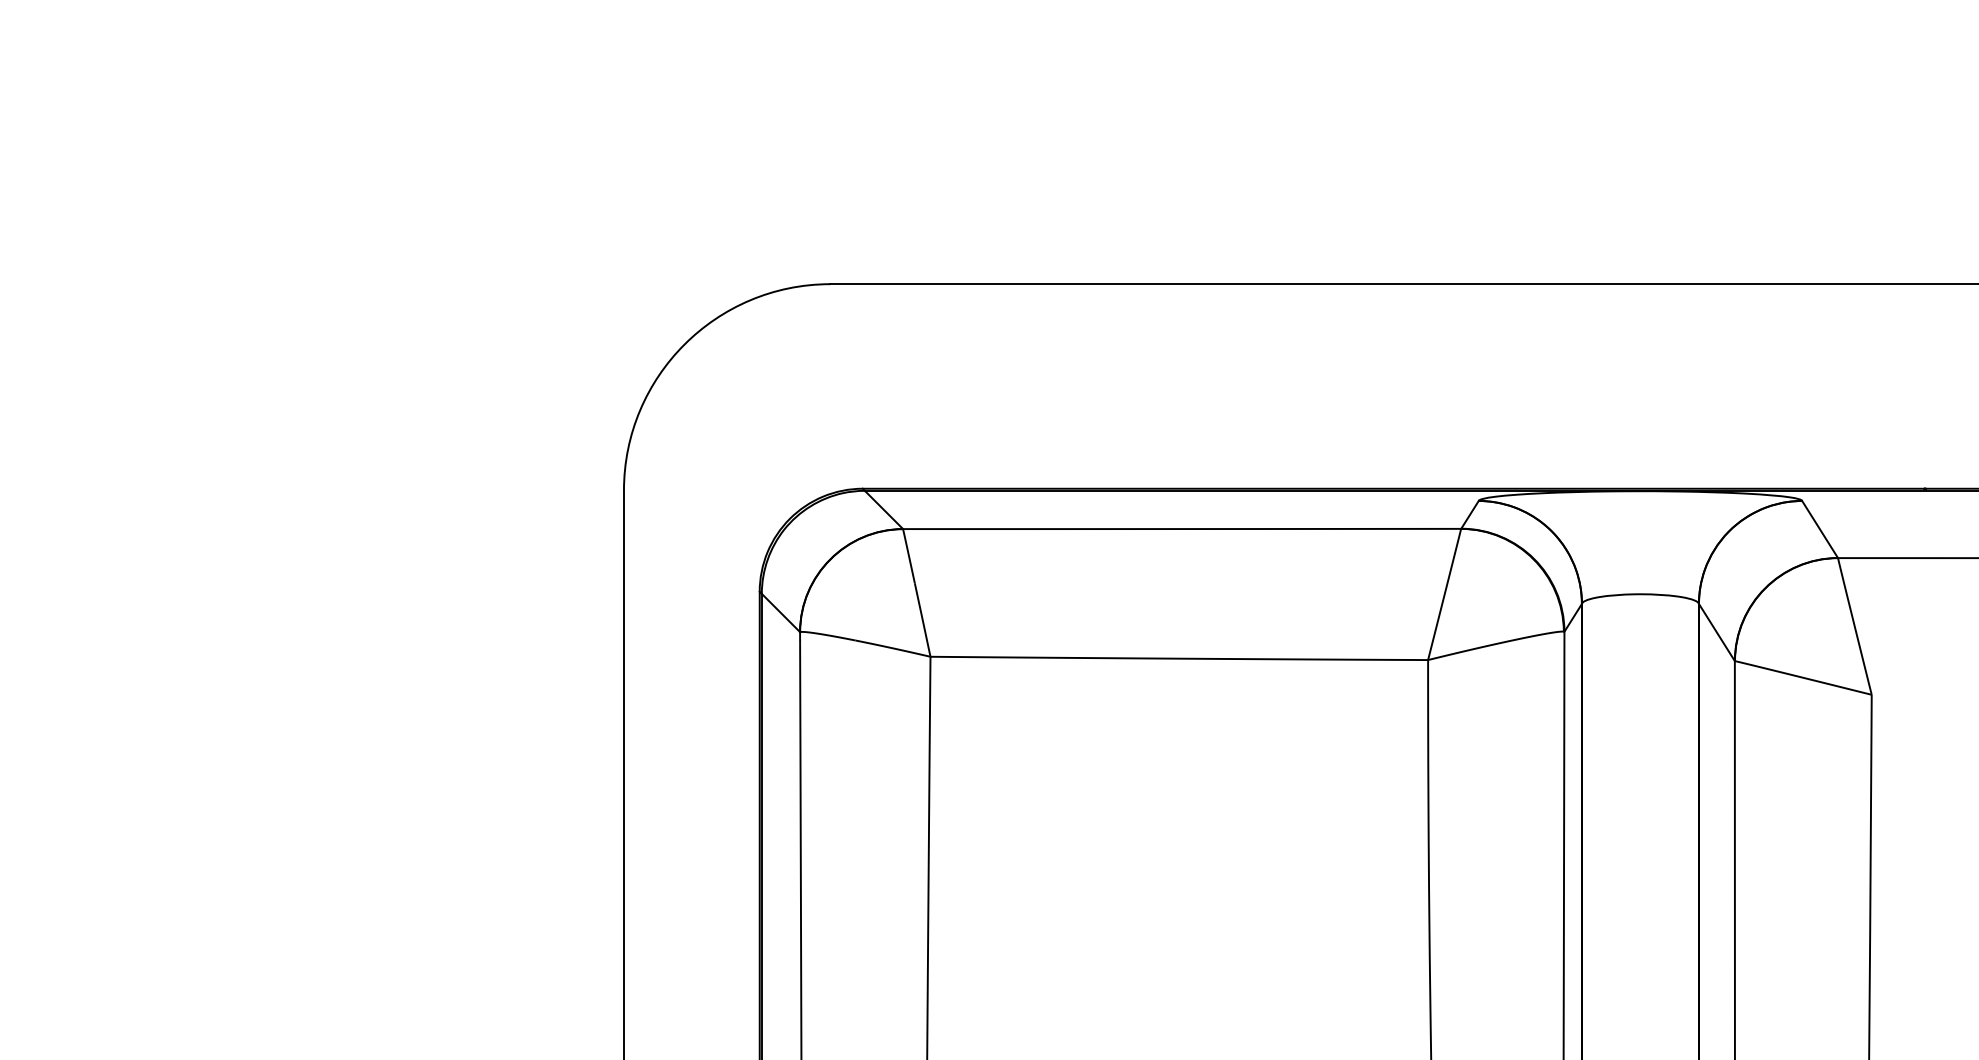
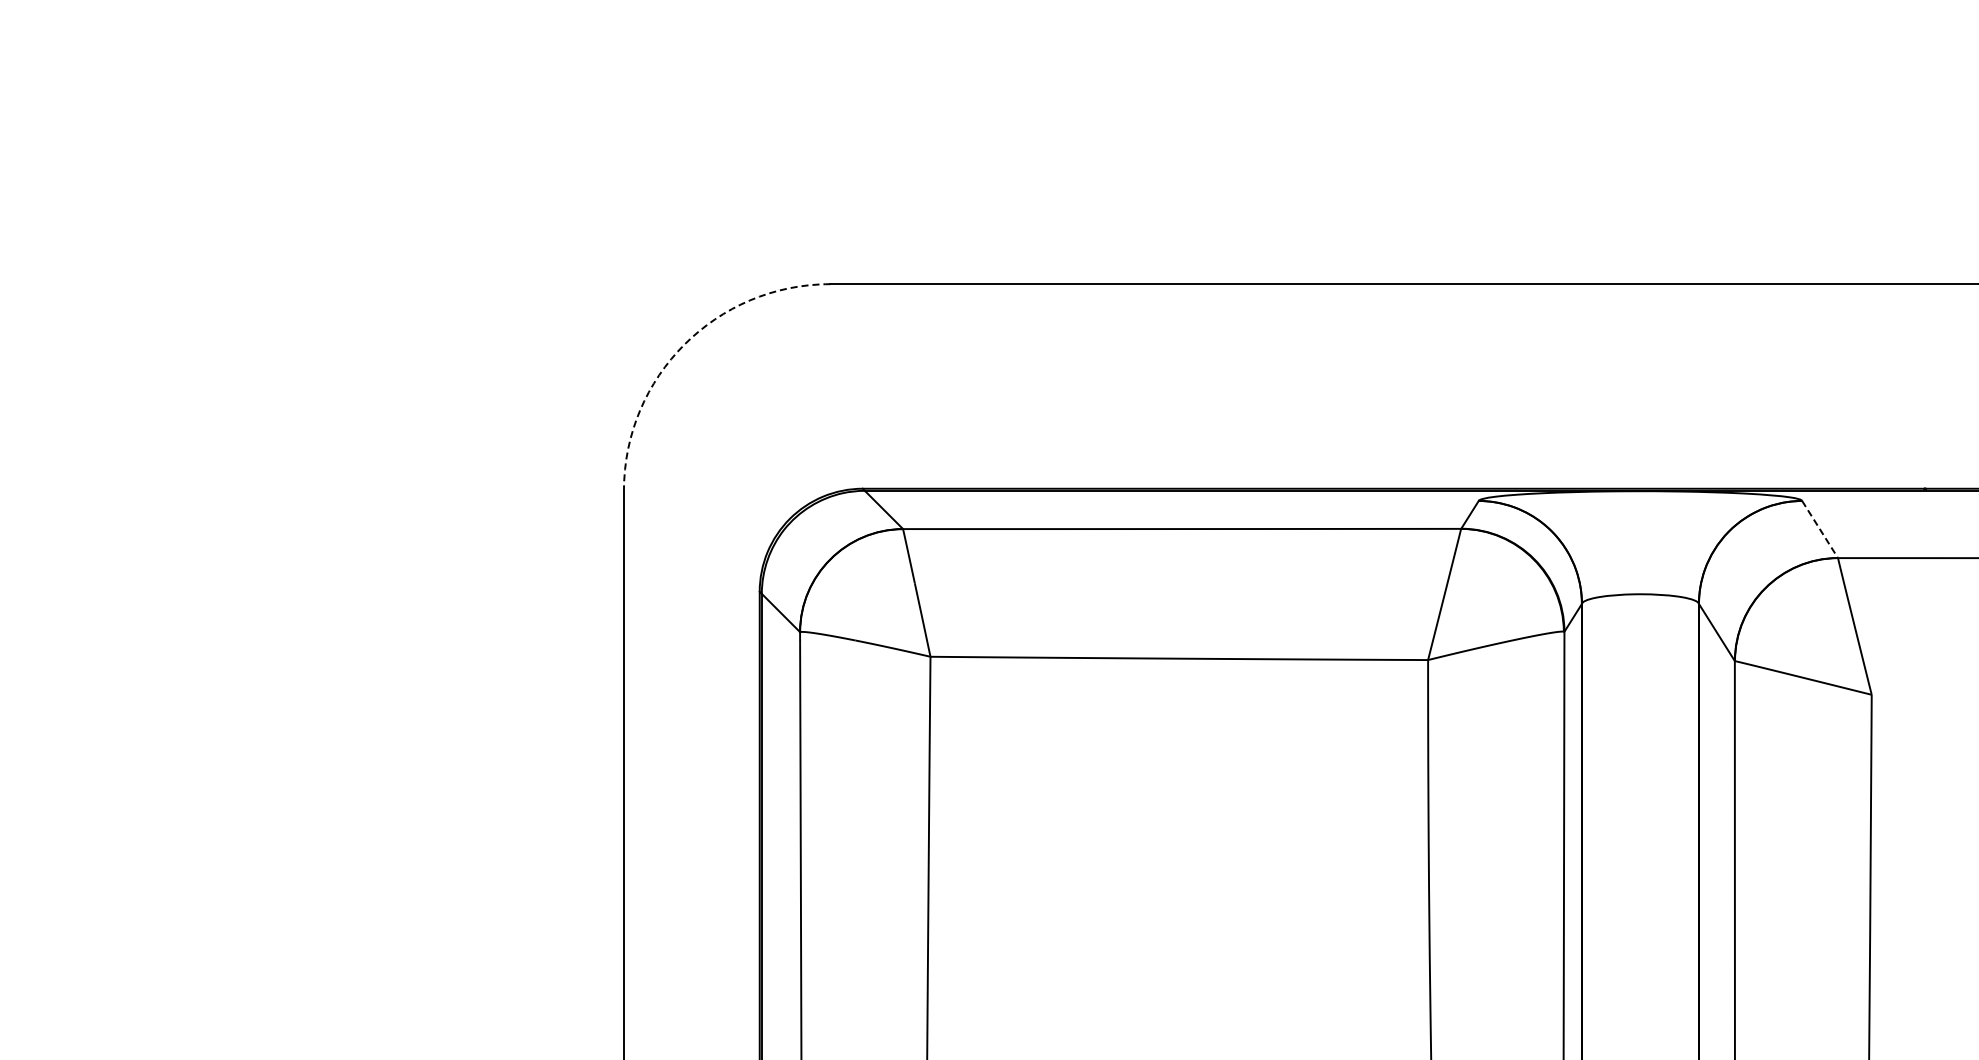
arc at (684, 344): solid -> dashed
line at (1820, 529): solid -> dashed
